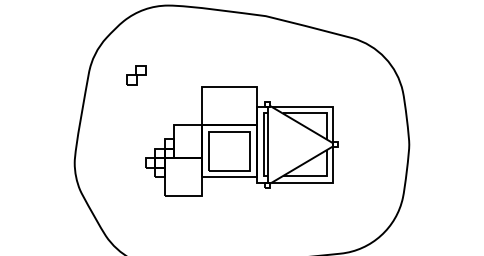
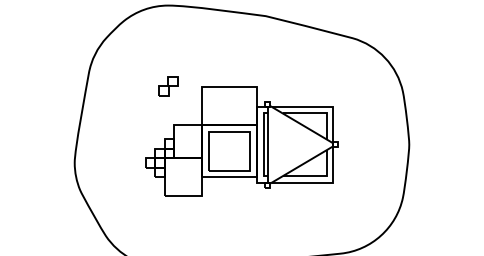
part at (136, 75) position: (136, 75) -> (168, 86)
